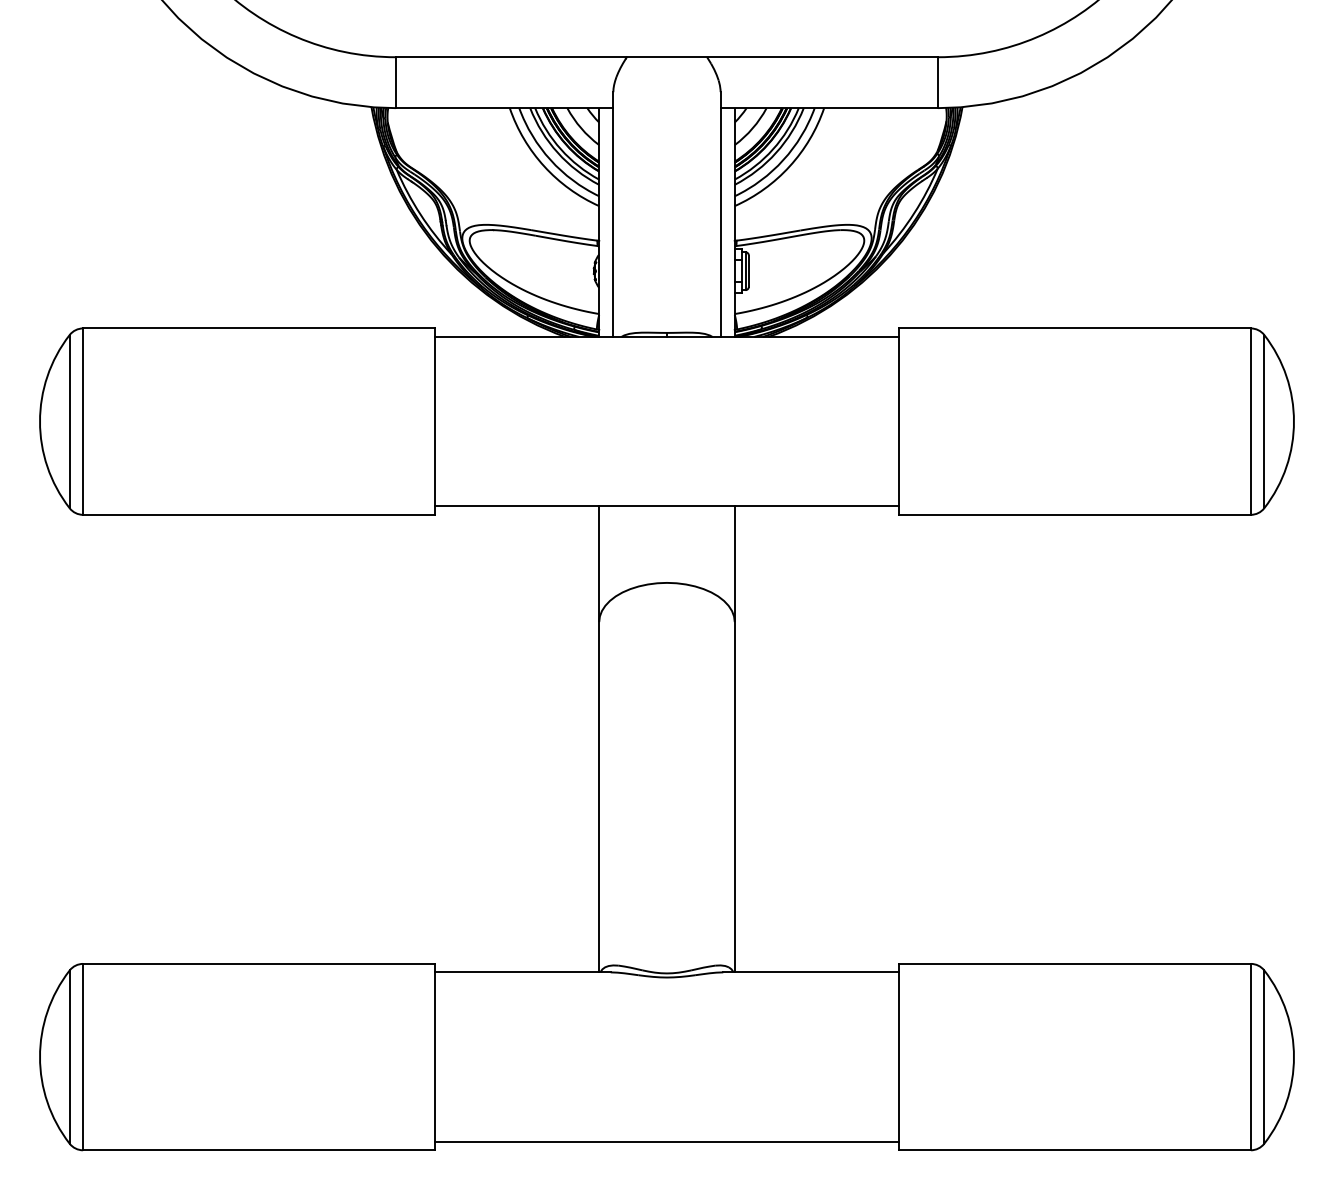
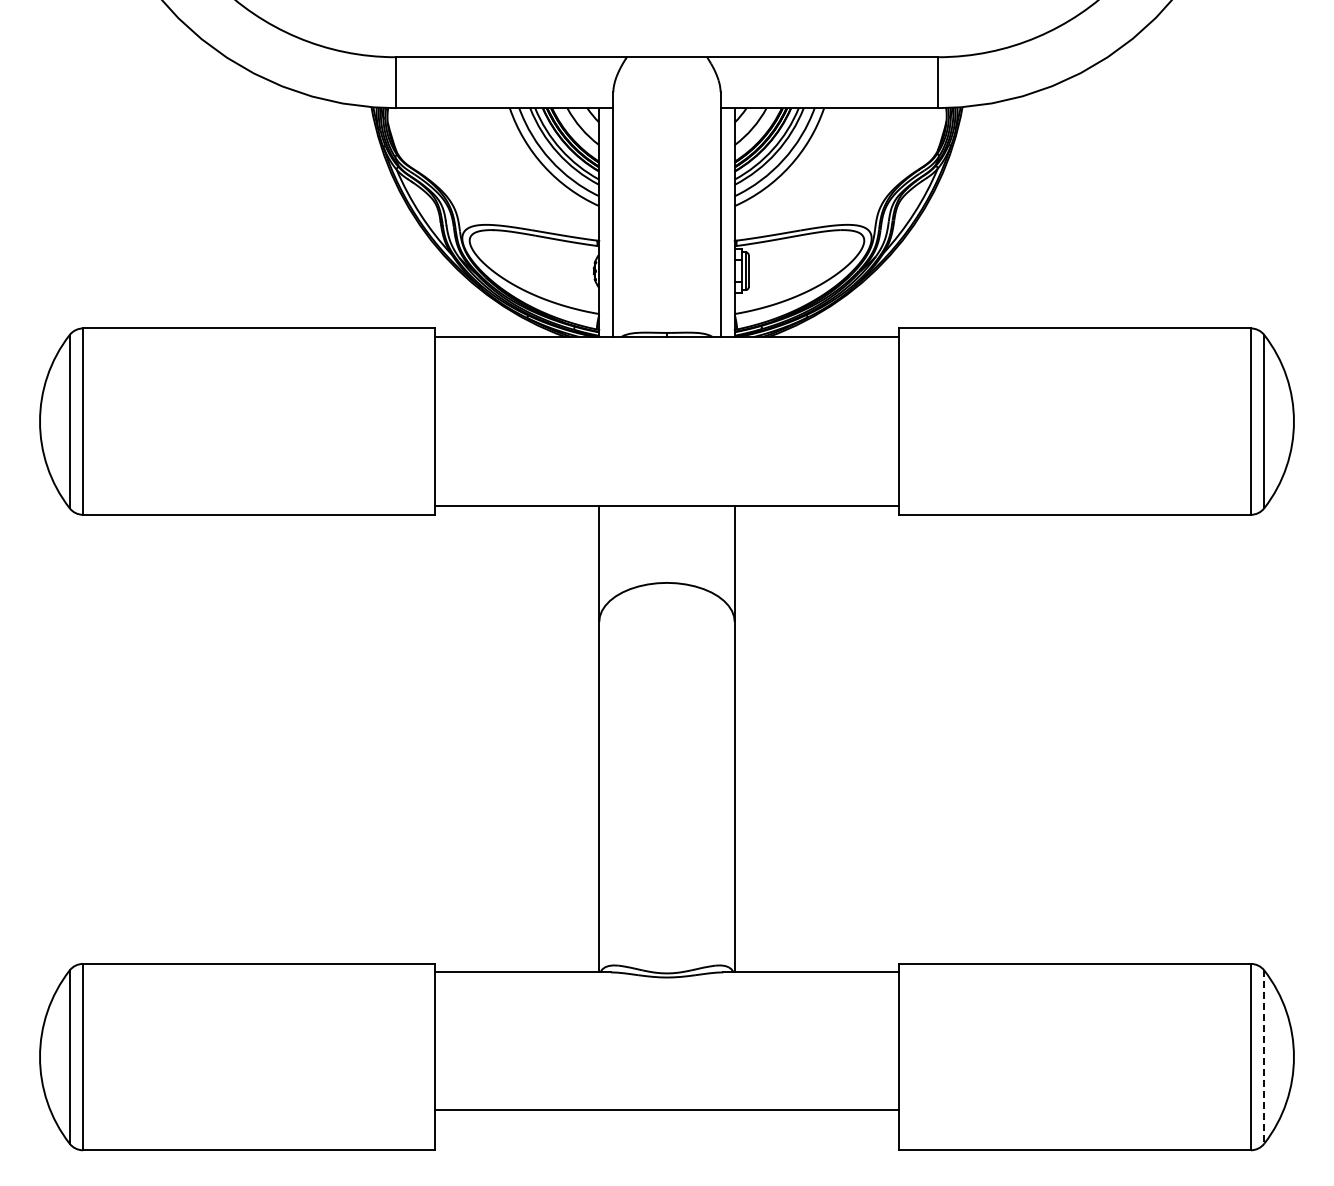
line at (1264, 1057): solid -> dashed
line at (666, 1141) position: (666, 1141) -> (666, 1109)
